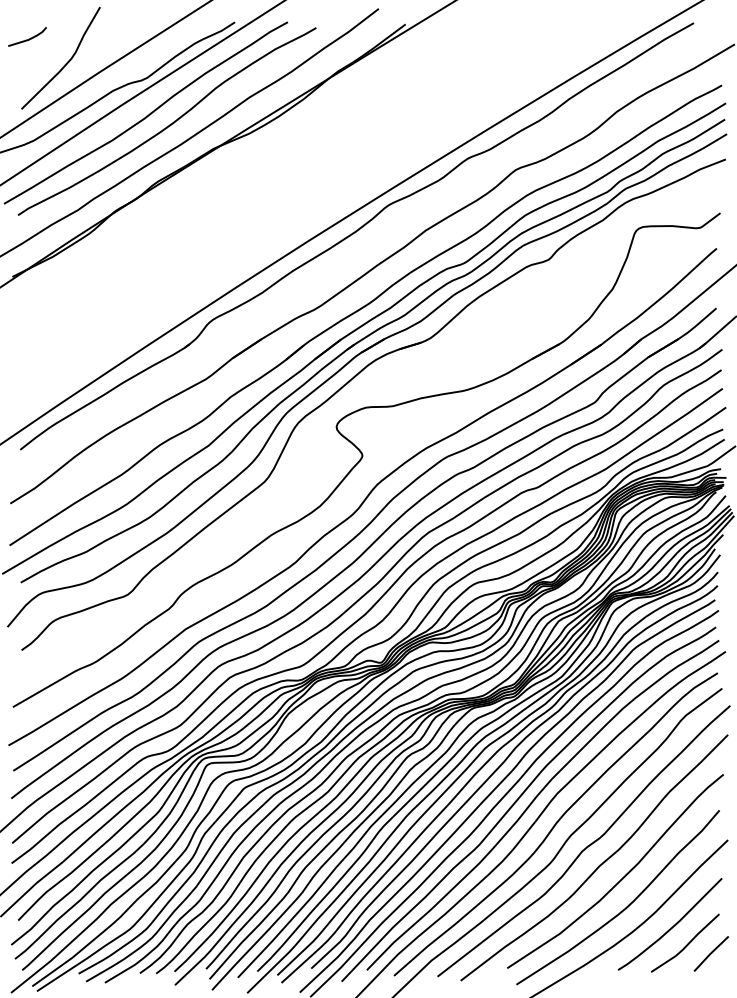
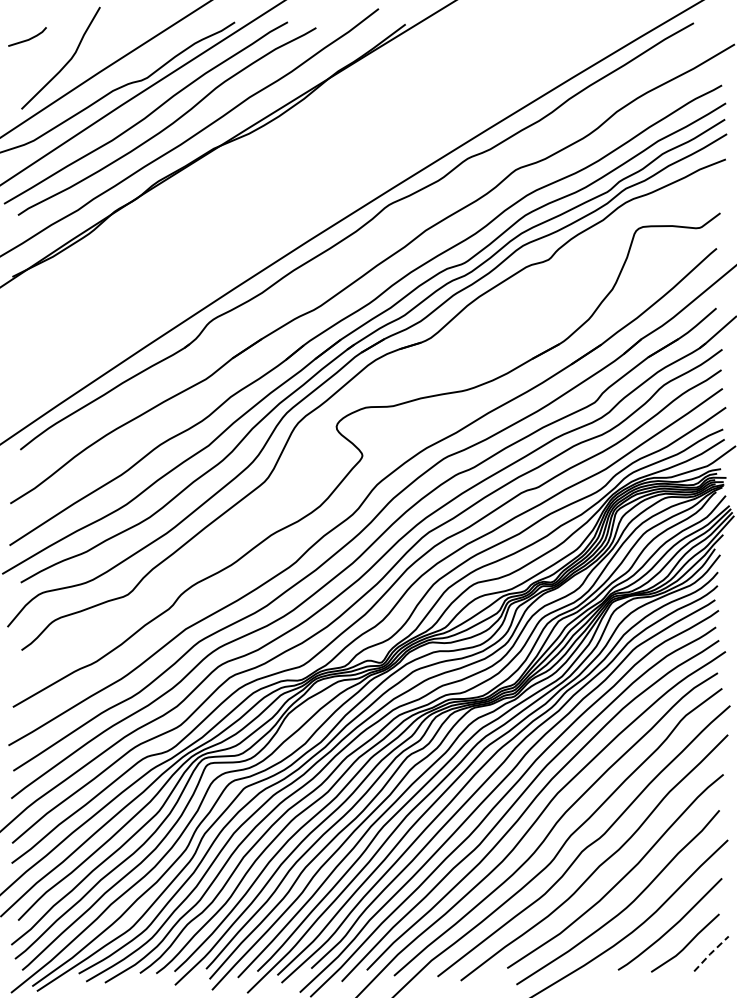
line at (710, 953): solid -> dashed
